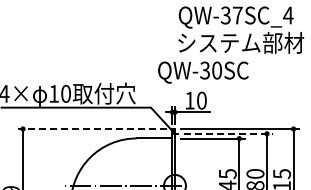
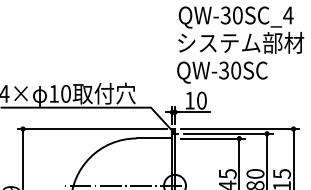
text at (237, 15): QW-37SC_4 -> QW-30SC_4
text at (203, 72) position: (203, 72) -> (222, 72)
line at (92, 129): dashed -> solid
line at (228, 133): dashed -> solid
